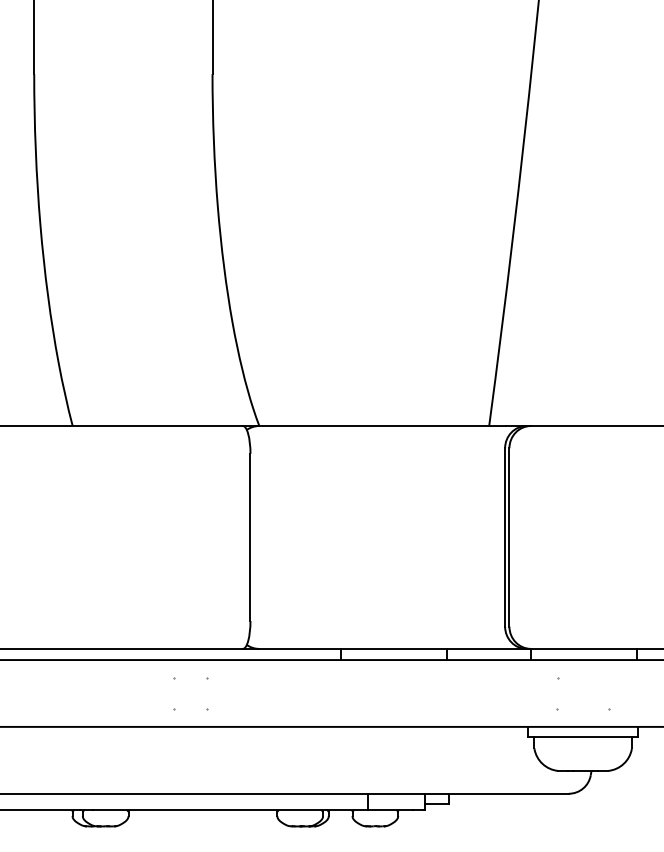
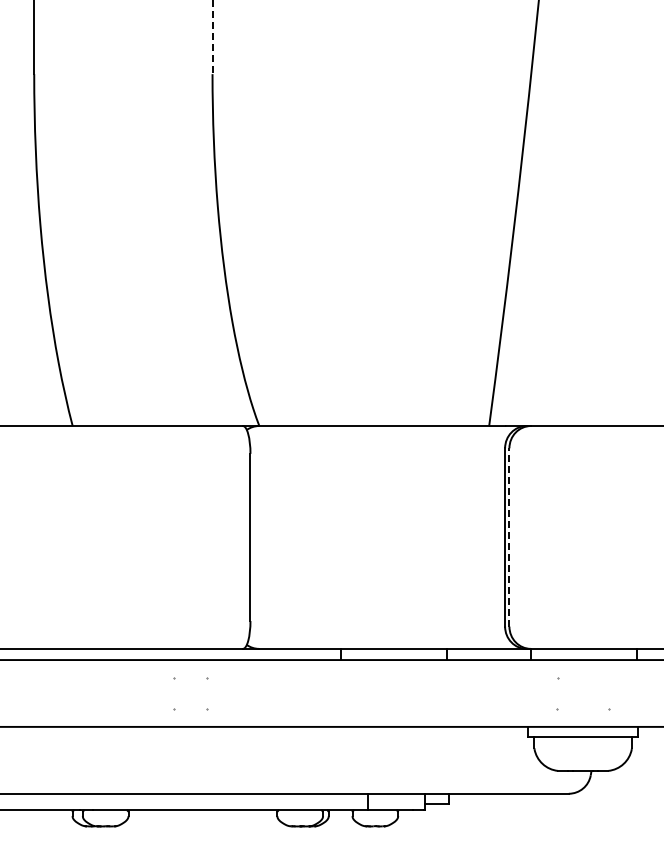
line at (212, 37): solid -> dashed
line at (509, 536): solid -> dashed
